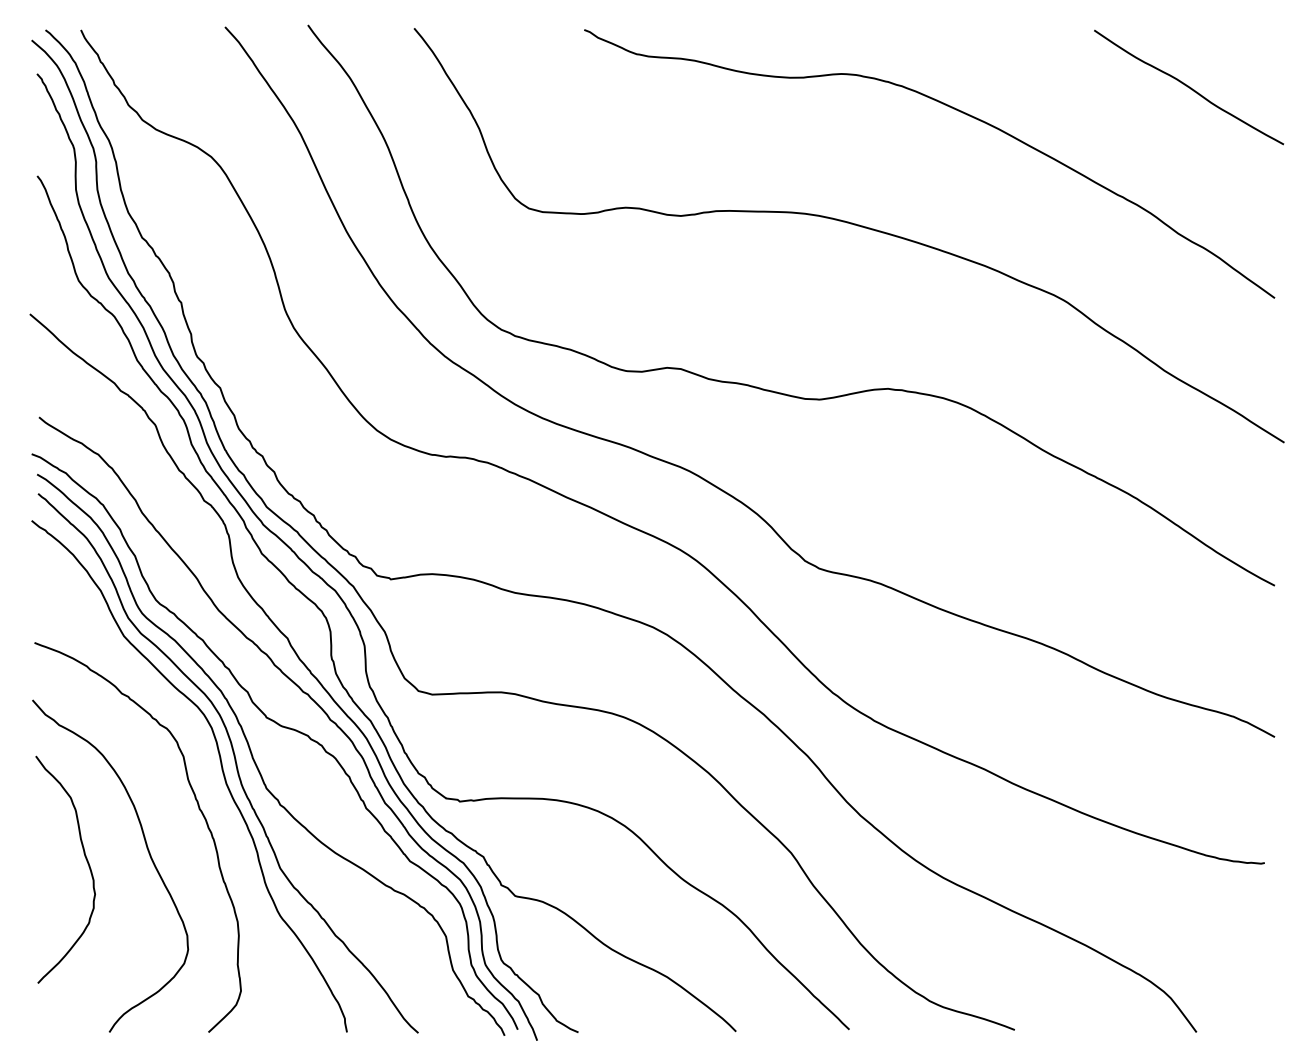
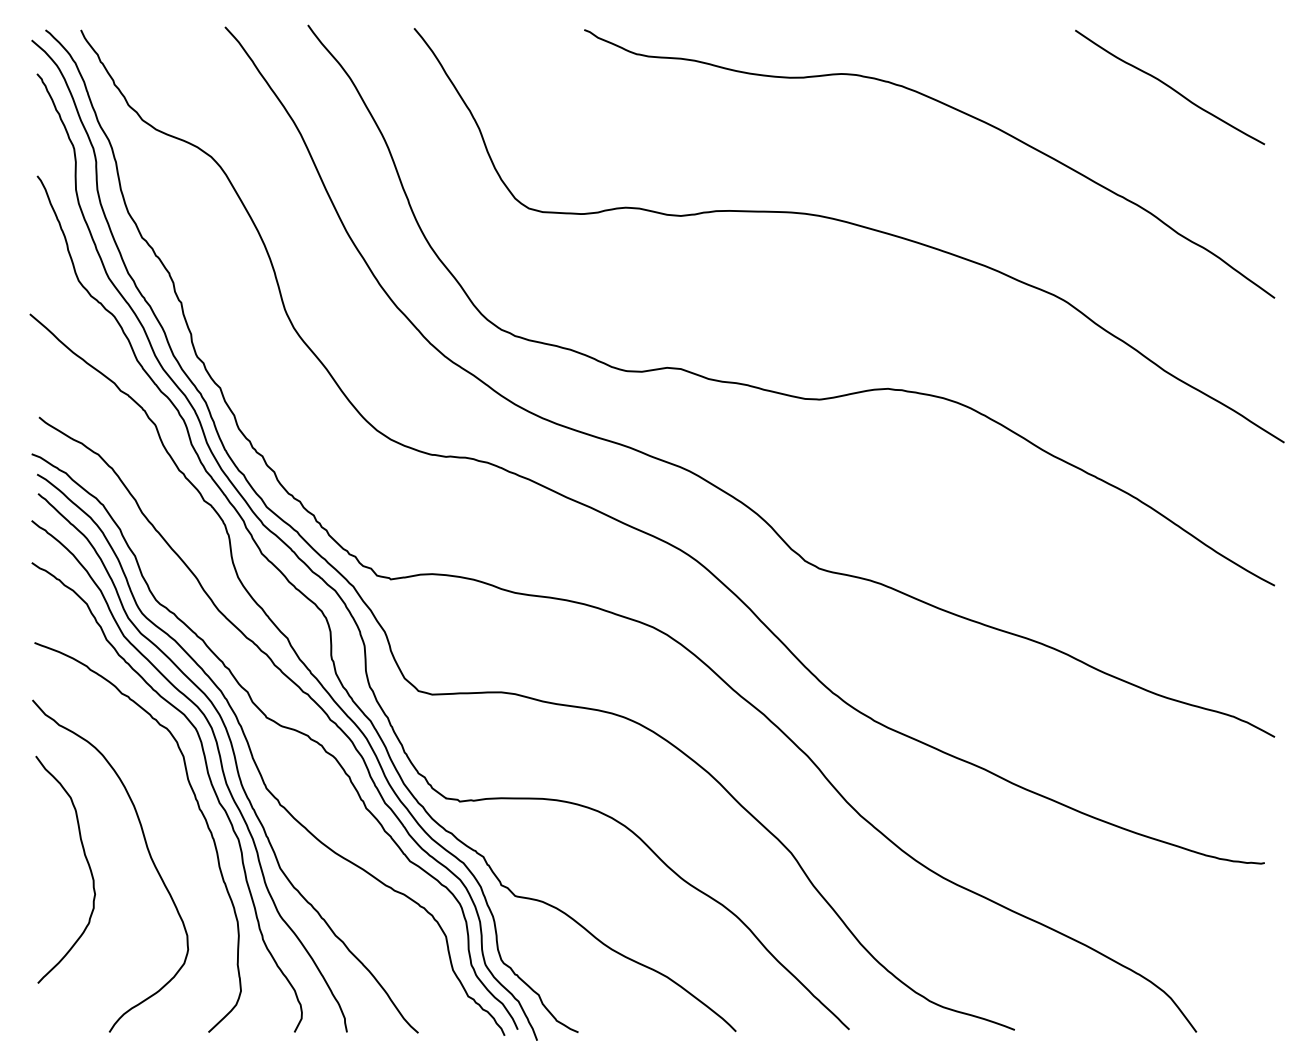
curve at (1189, 87) position: (1189, 87) -> (1170, 87)
curve at (209, 781): none -> present
